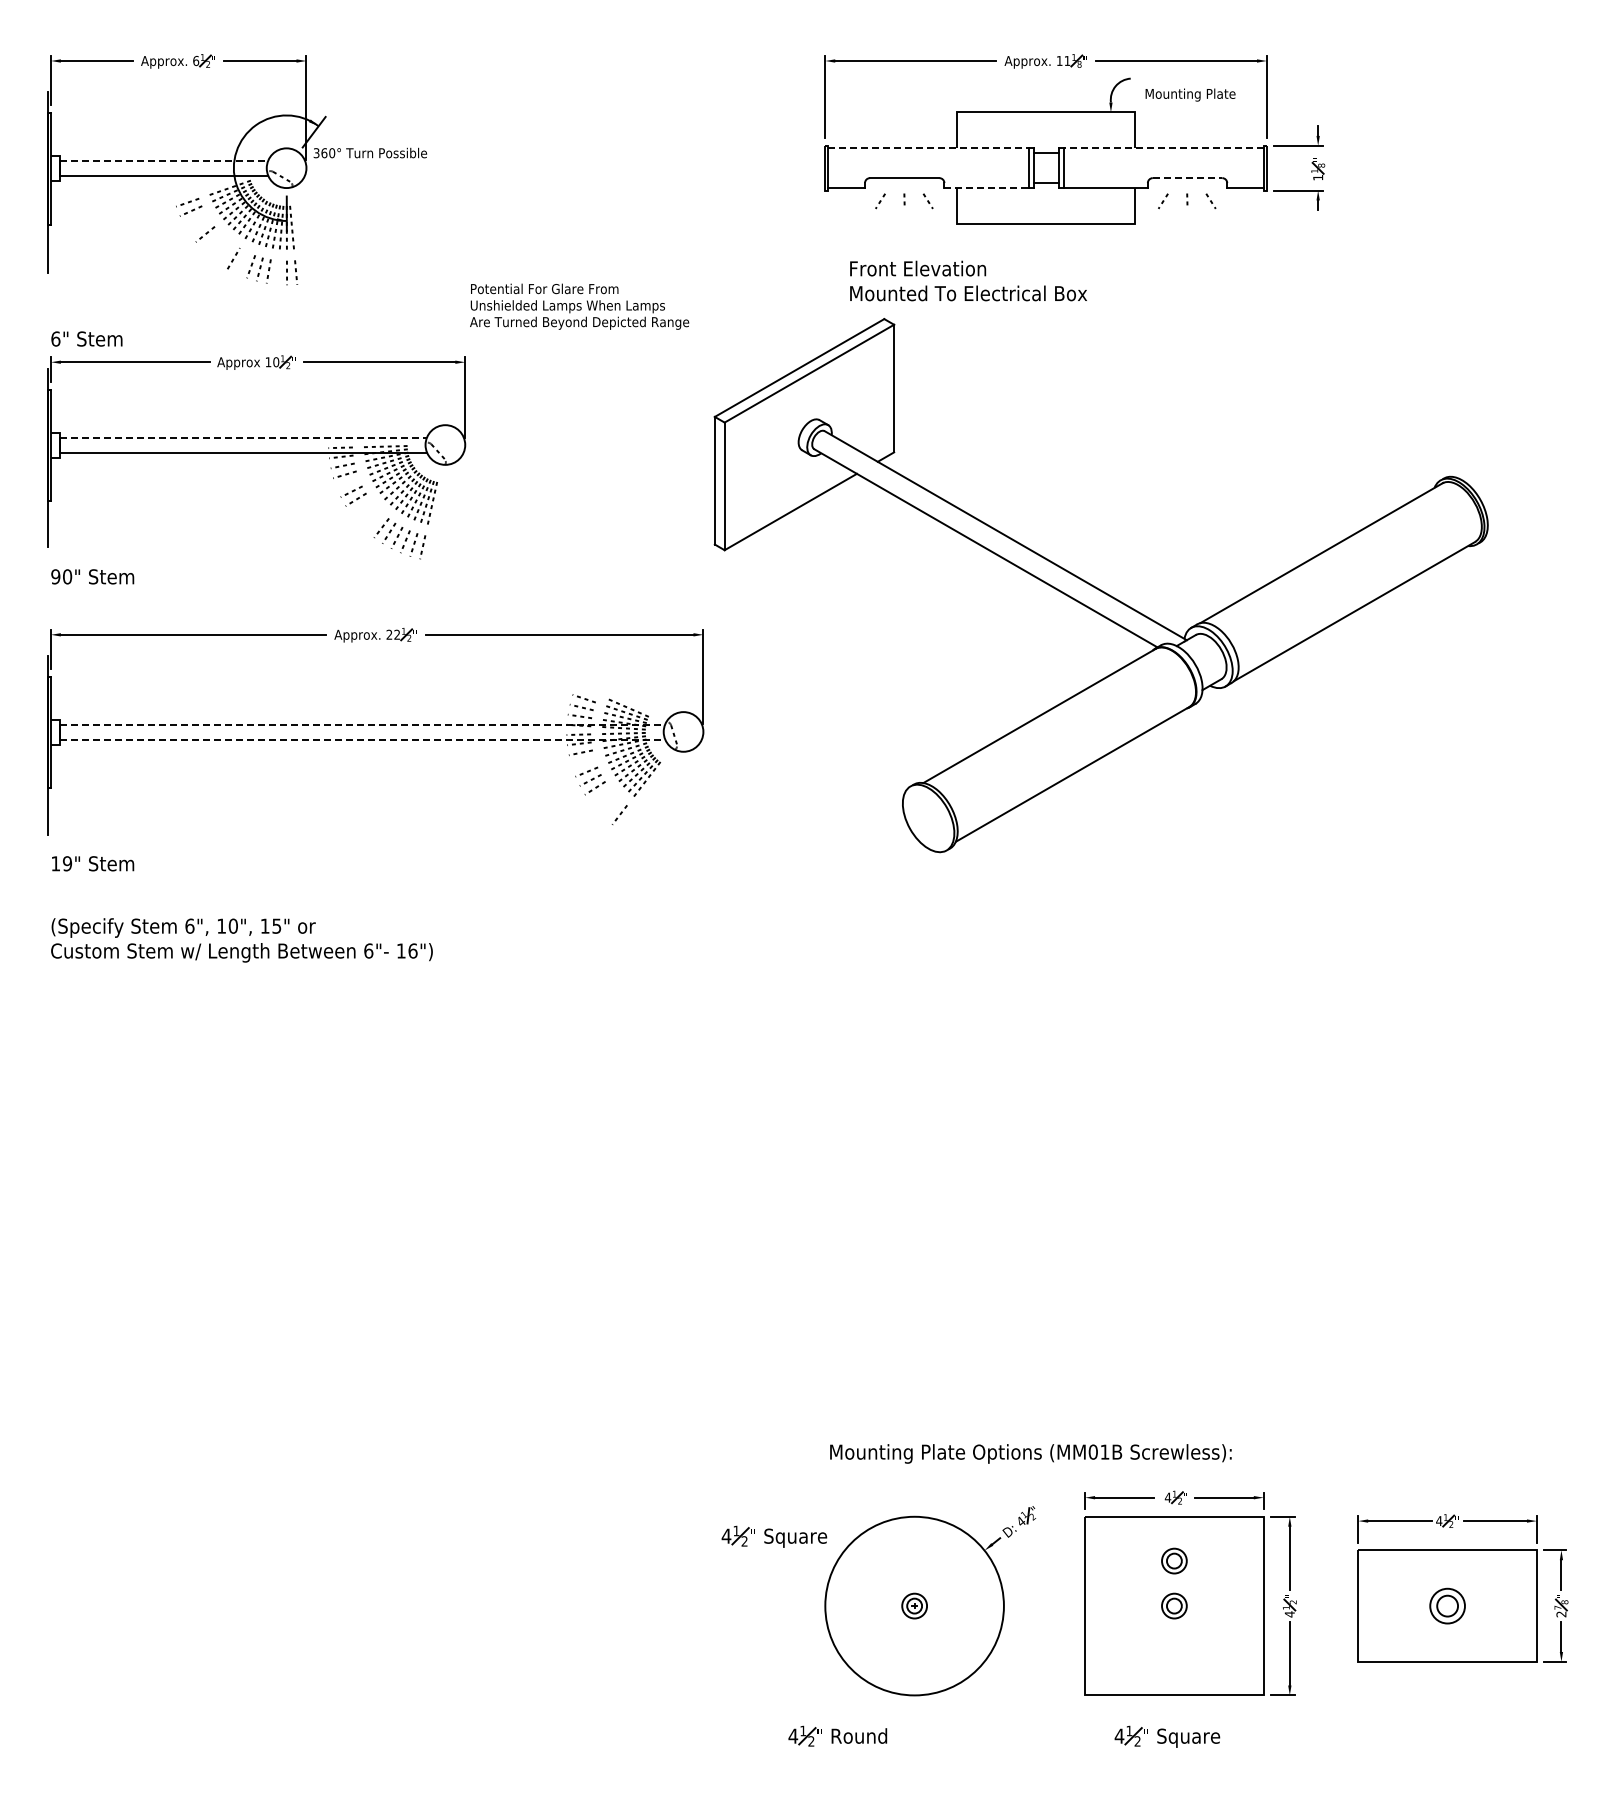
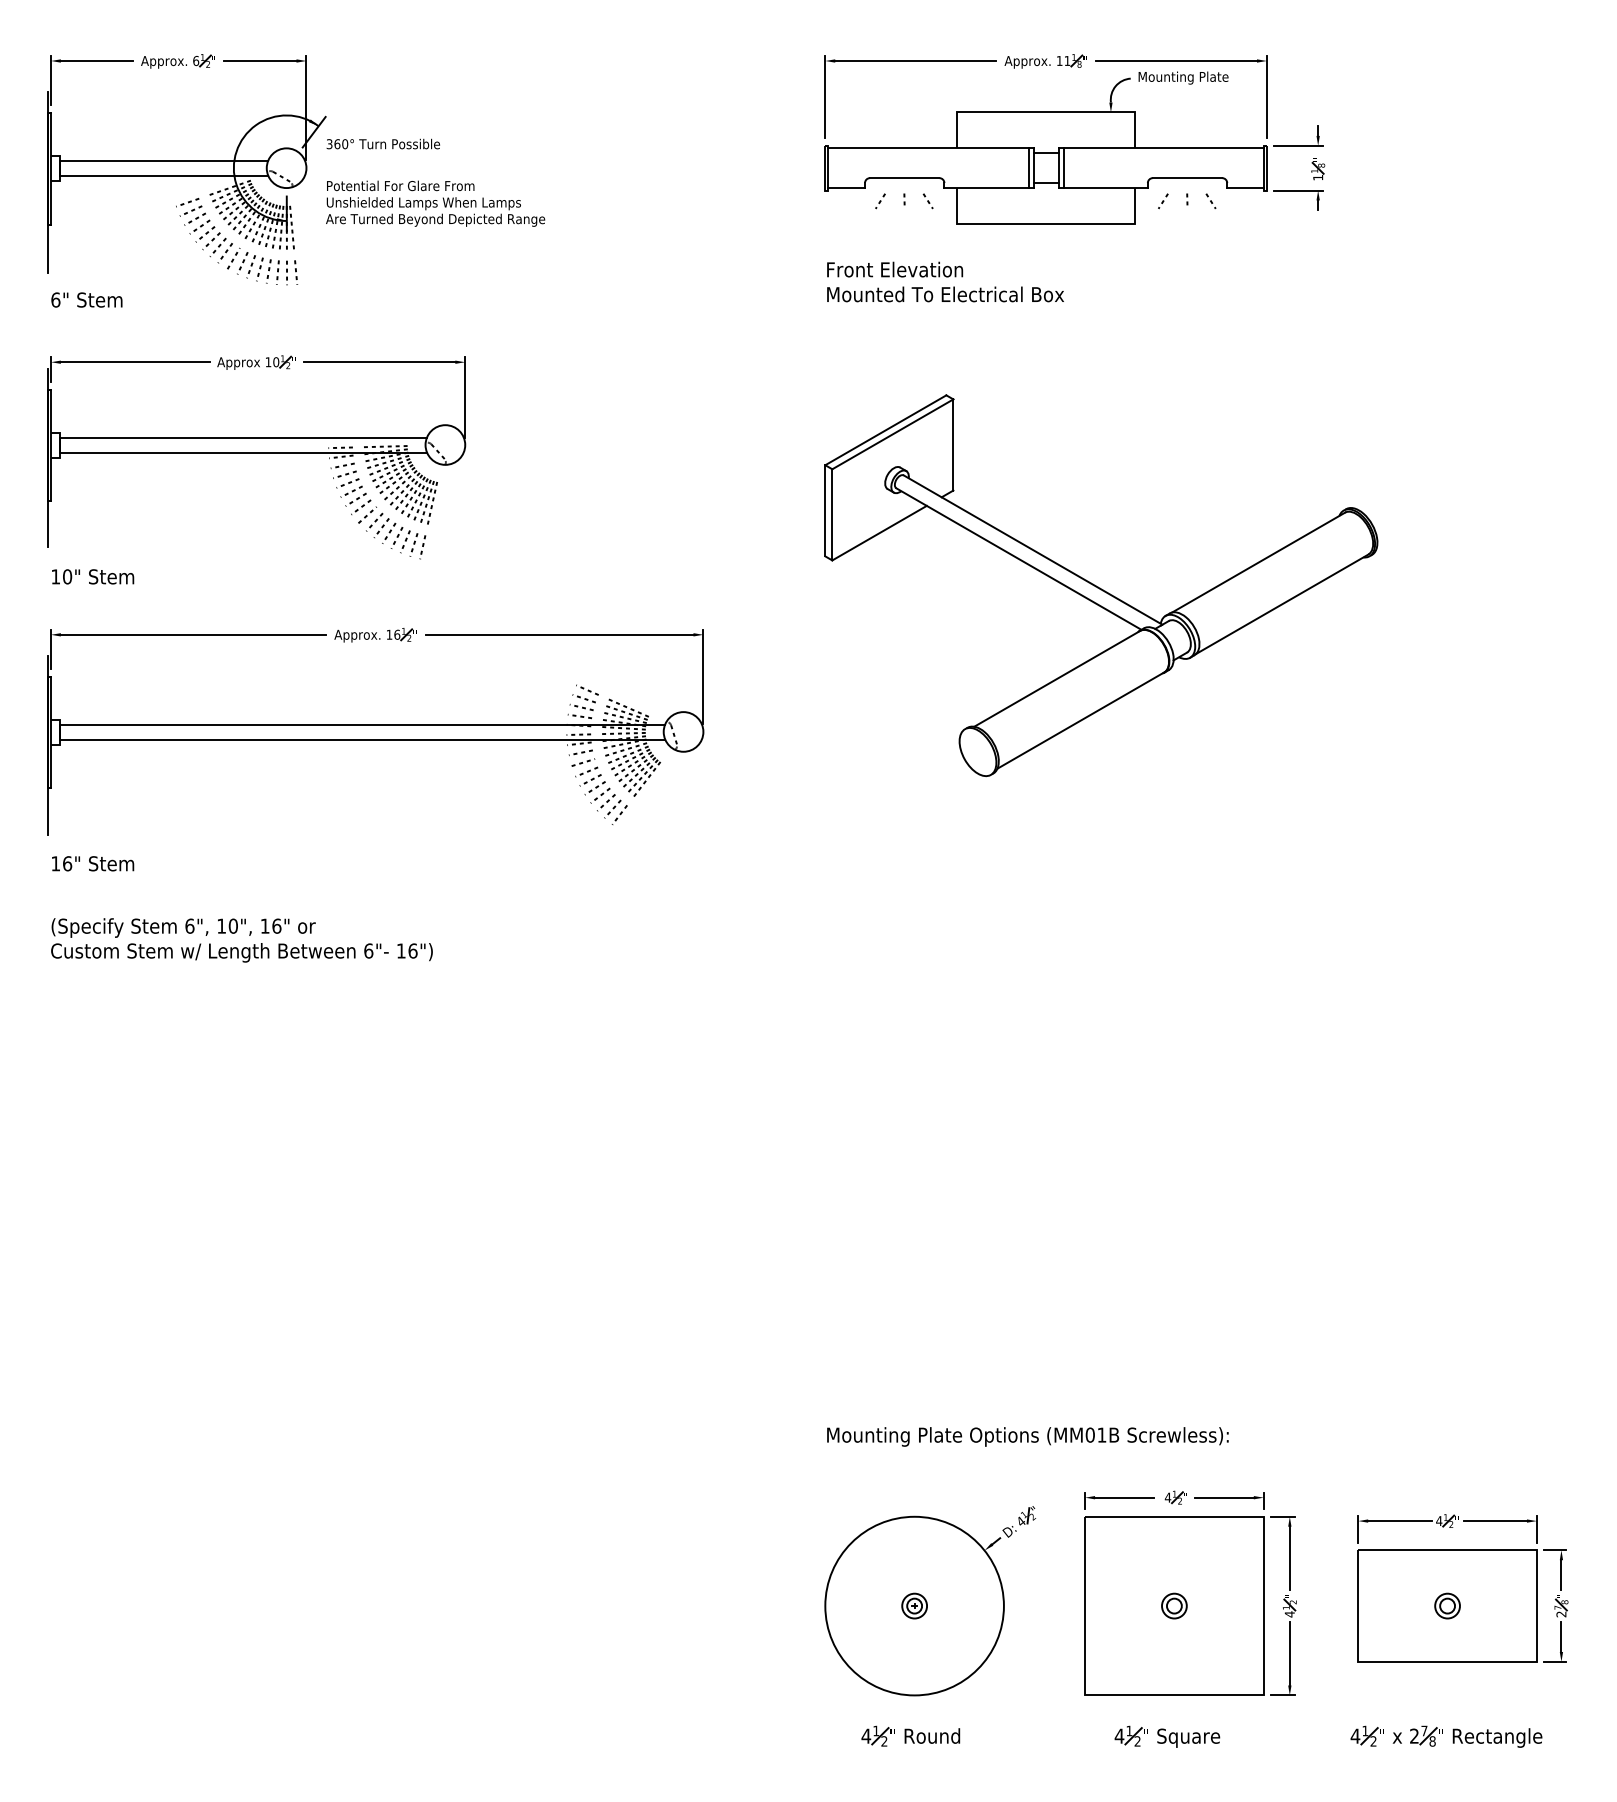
text at (1190, 94) position: (1190, 94) -> (1183, 77)
line at (928, 148): dashed -> solid
line at (1163, 148): dashed -> solid
text at (369, 152) position: (369, 152) -> (382, 143)
line at (164, 161): dashed -> solid
line at (1187, 178): dashed -> solid
line at (987, 188): dashed -> solid
line at (194, 219): none -> present
line at (199, 227): none -> present
line at (211, 240): none -> present
line at (218, 247): none -> present
line at (225, 253): none -> present
line at (242, 263): none -> present
line at (277, 272): none -> present
text at (968, 280) position: (968, 280) -> (945, 281)
text at (579, 306) position: (579, 306) -> (435, 203)
text at (86, 338) position: (86, 338) -> (86, 299)
line at (243, 438): dashed -> solid
line at (347, 482): none -> present
line at (361, 507): none -> present
line at (367, 514): none -> present
line at (374, 522): none -> present
text at (55, 576): 90" -> 10"
part at (1100, 585) size: 776x536 px -> 555x384 px
text at (393, 634): 22 -> 16
line at (587, 690): none -> present
line at (362, 724): dashed -> solid
line at (362, 739): dashed -> solid
line at (583, 762): none -> present
line at (600, 795): none -> present
line at (606, 802): none -> present
line at (612, 809): none -> present
text at (67, 863): 19" -> 16"
text at (276, 925): 15" -> 16"
text at (1030, 1453) position: (1030, 1453) -> (1027, 1436)
part at (774, 1536): present -> none
part at (1174, 1560): present -> none
part at (1447, 1605) size: 37x38 px -> 27x28 px
part at (837, 1735) position: (837, 1735) -> (910, 1735)
part at (1446, 1736): none -> present
